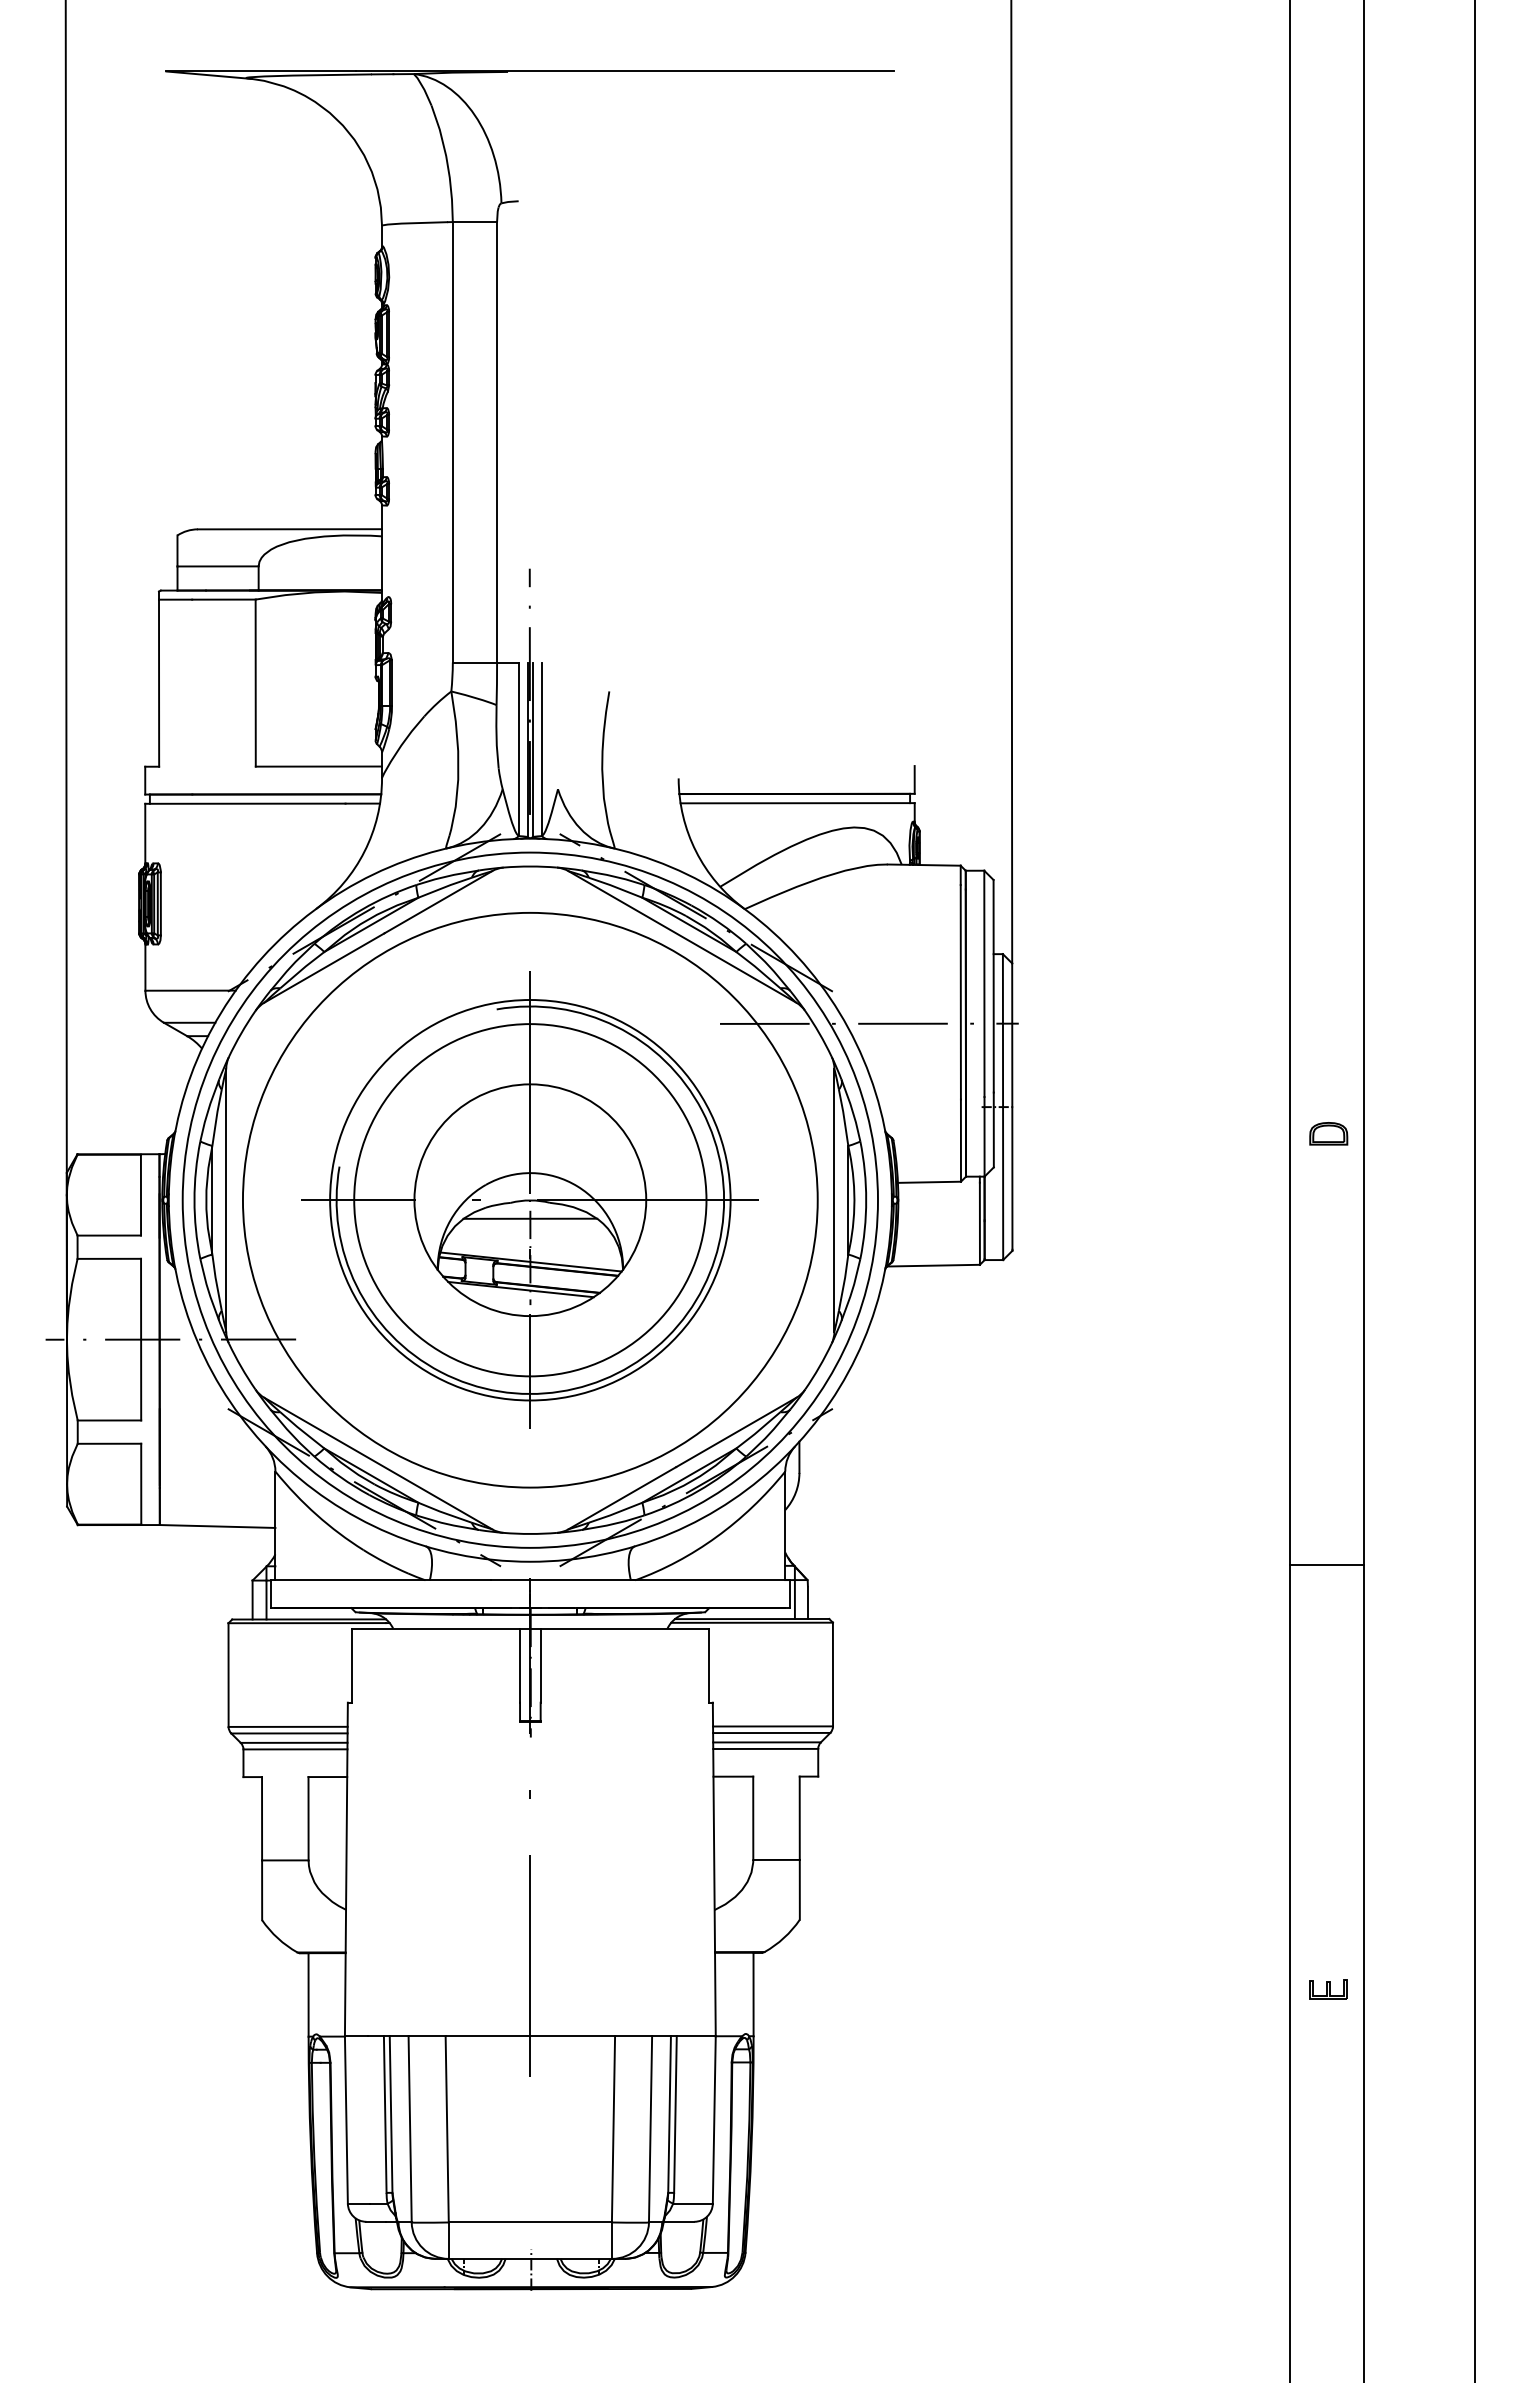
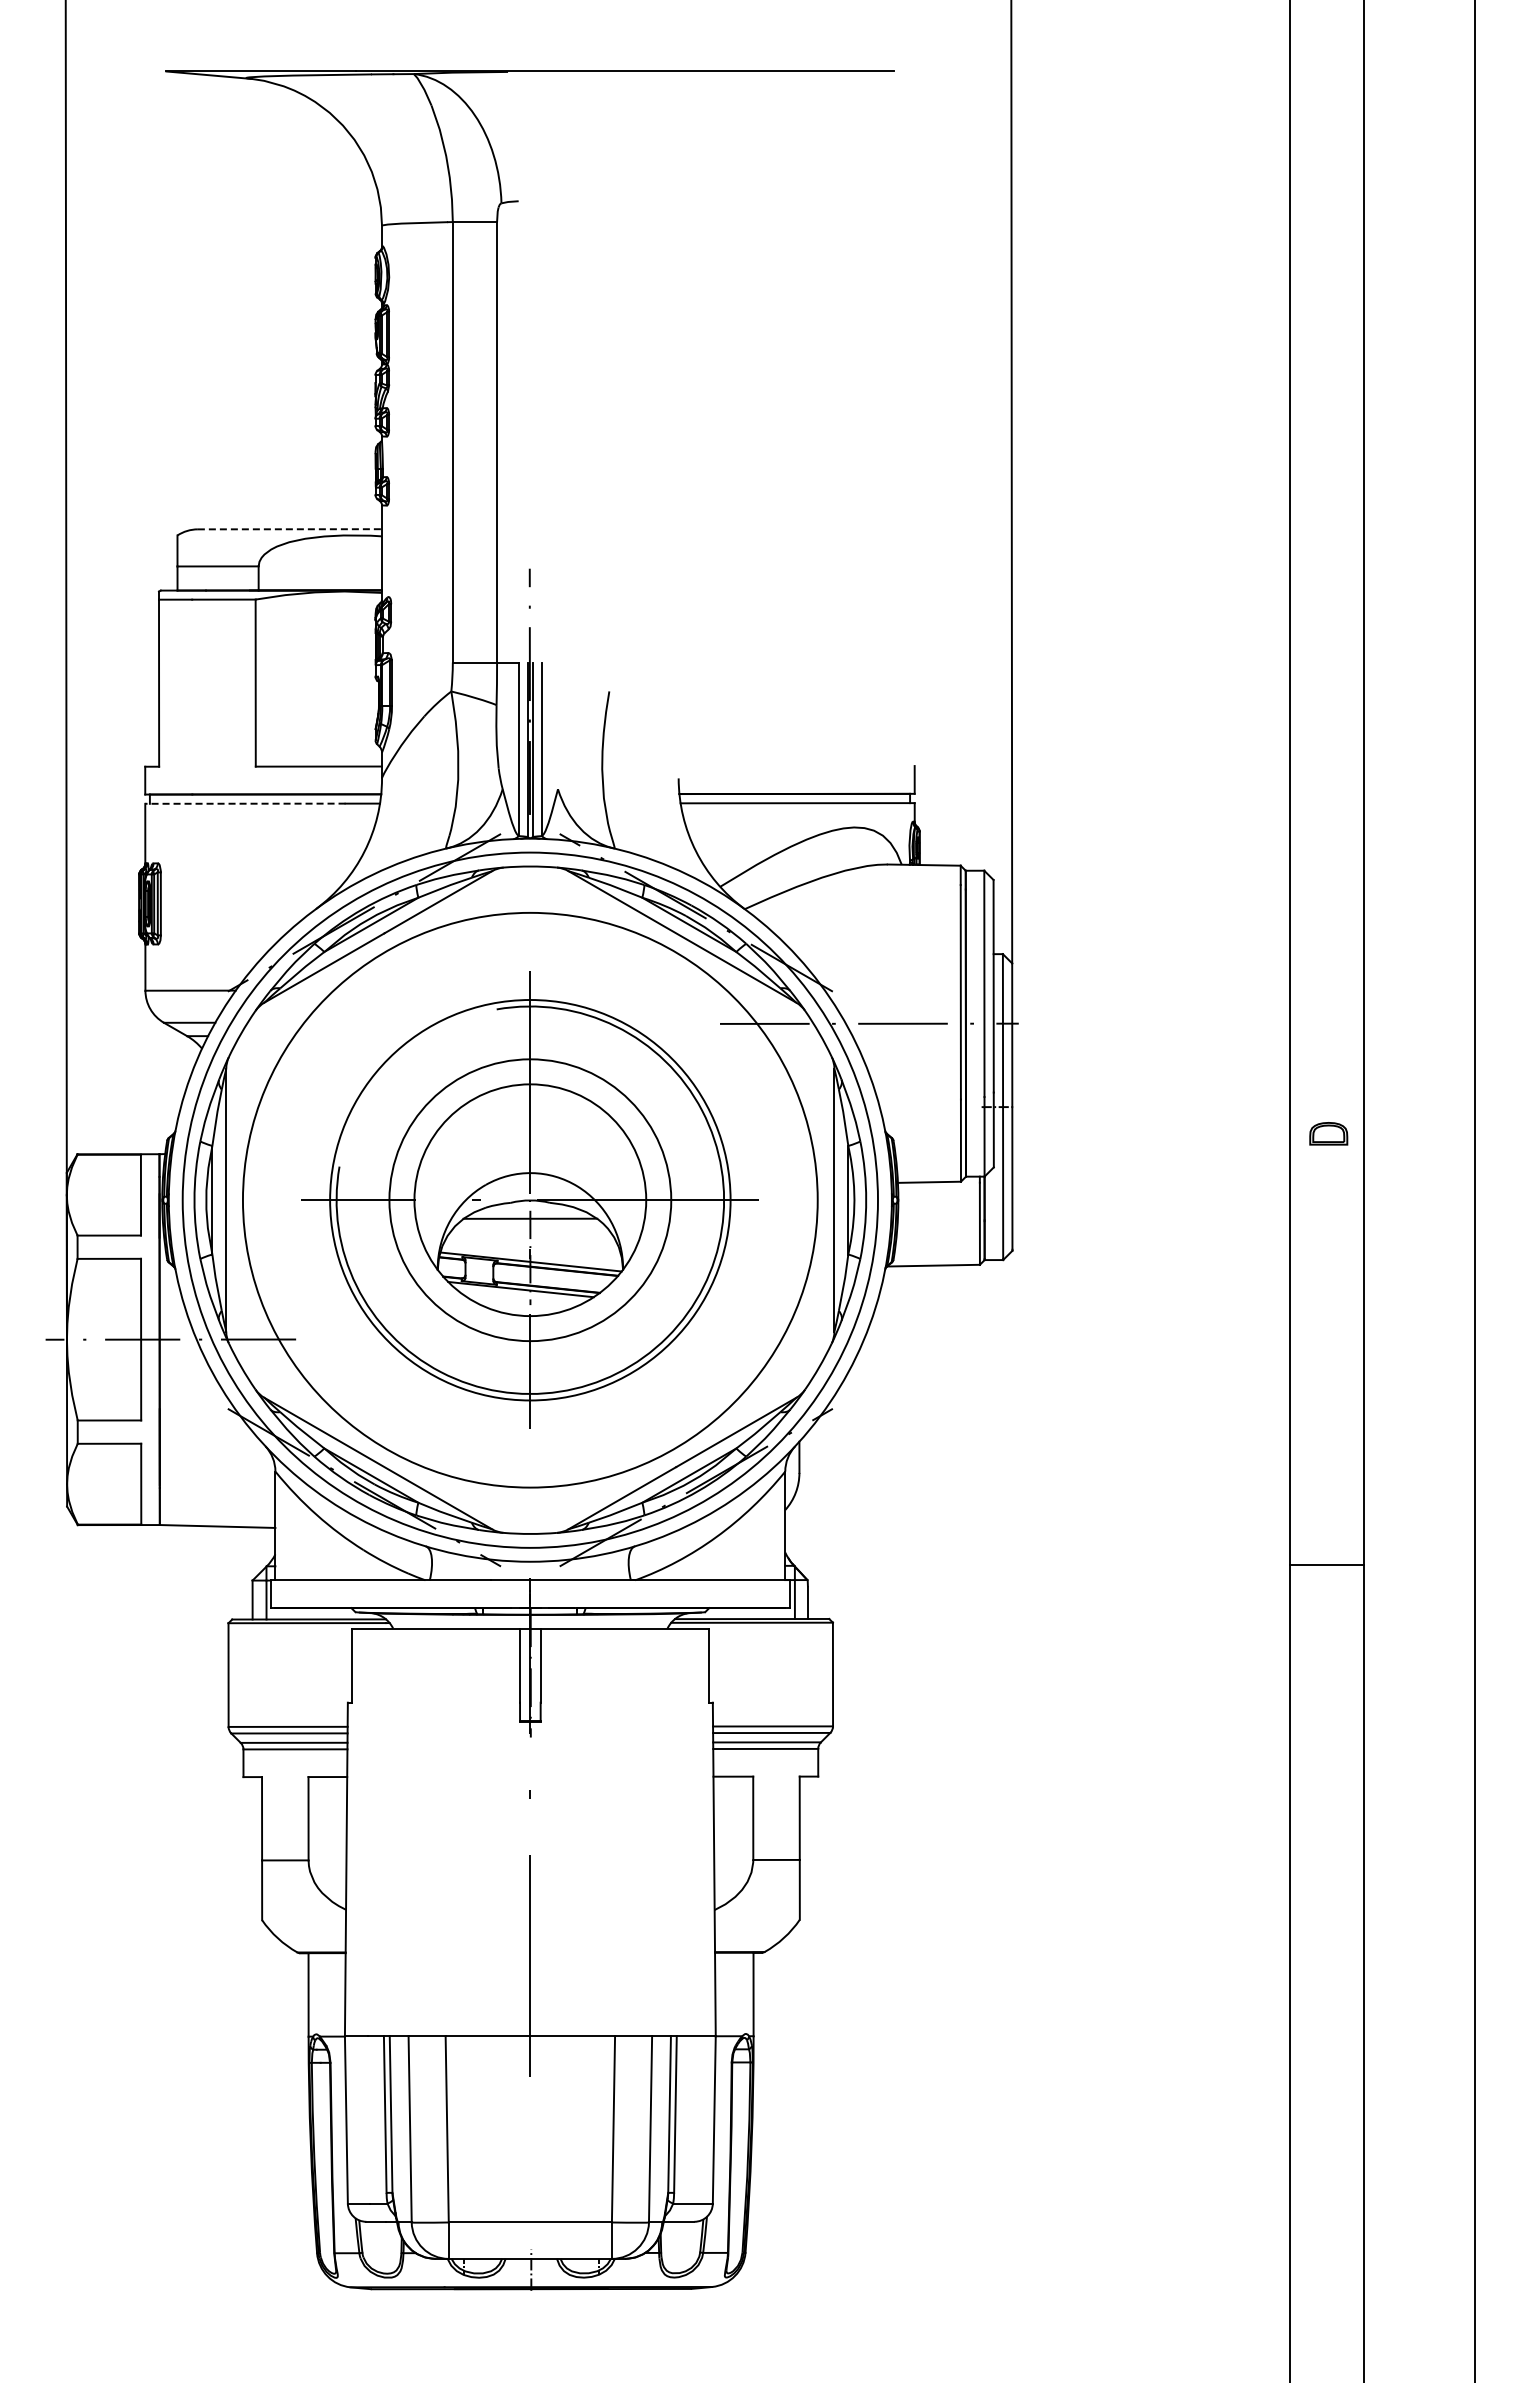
line at (290, 529): solid -> dashed
line at (244, 803): solid -> dashed
circle at (530, 1200) diameter: 352 px -> 282 px
part at (1328, 1989): present -> none
